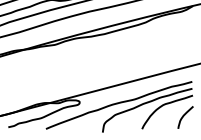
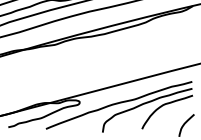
curve at (184, 116) position: (184, 116) -> (185, 124)
